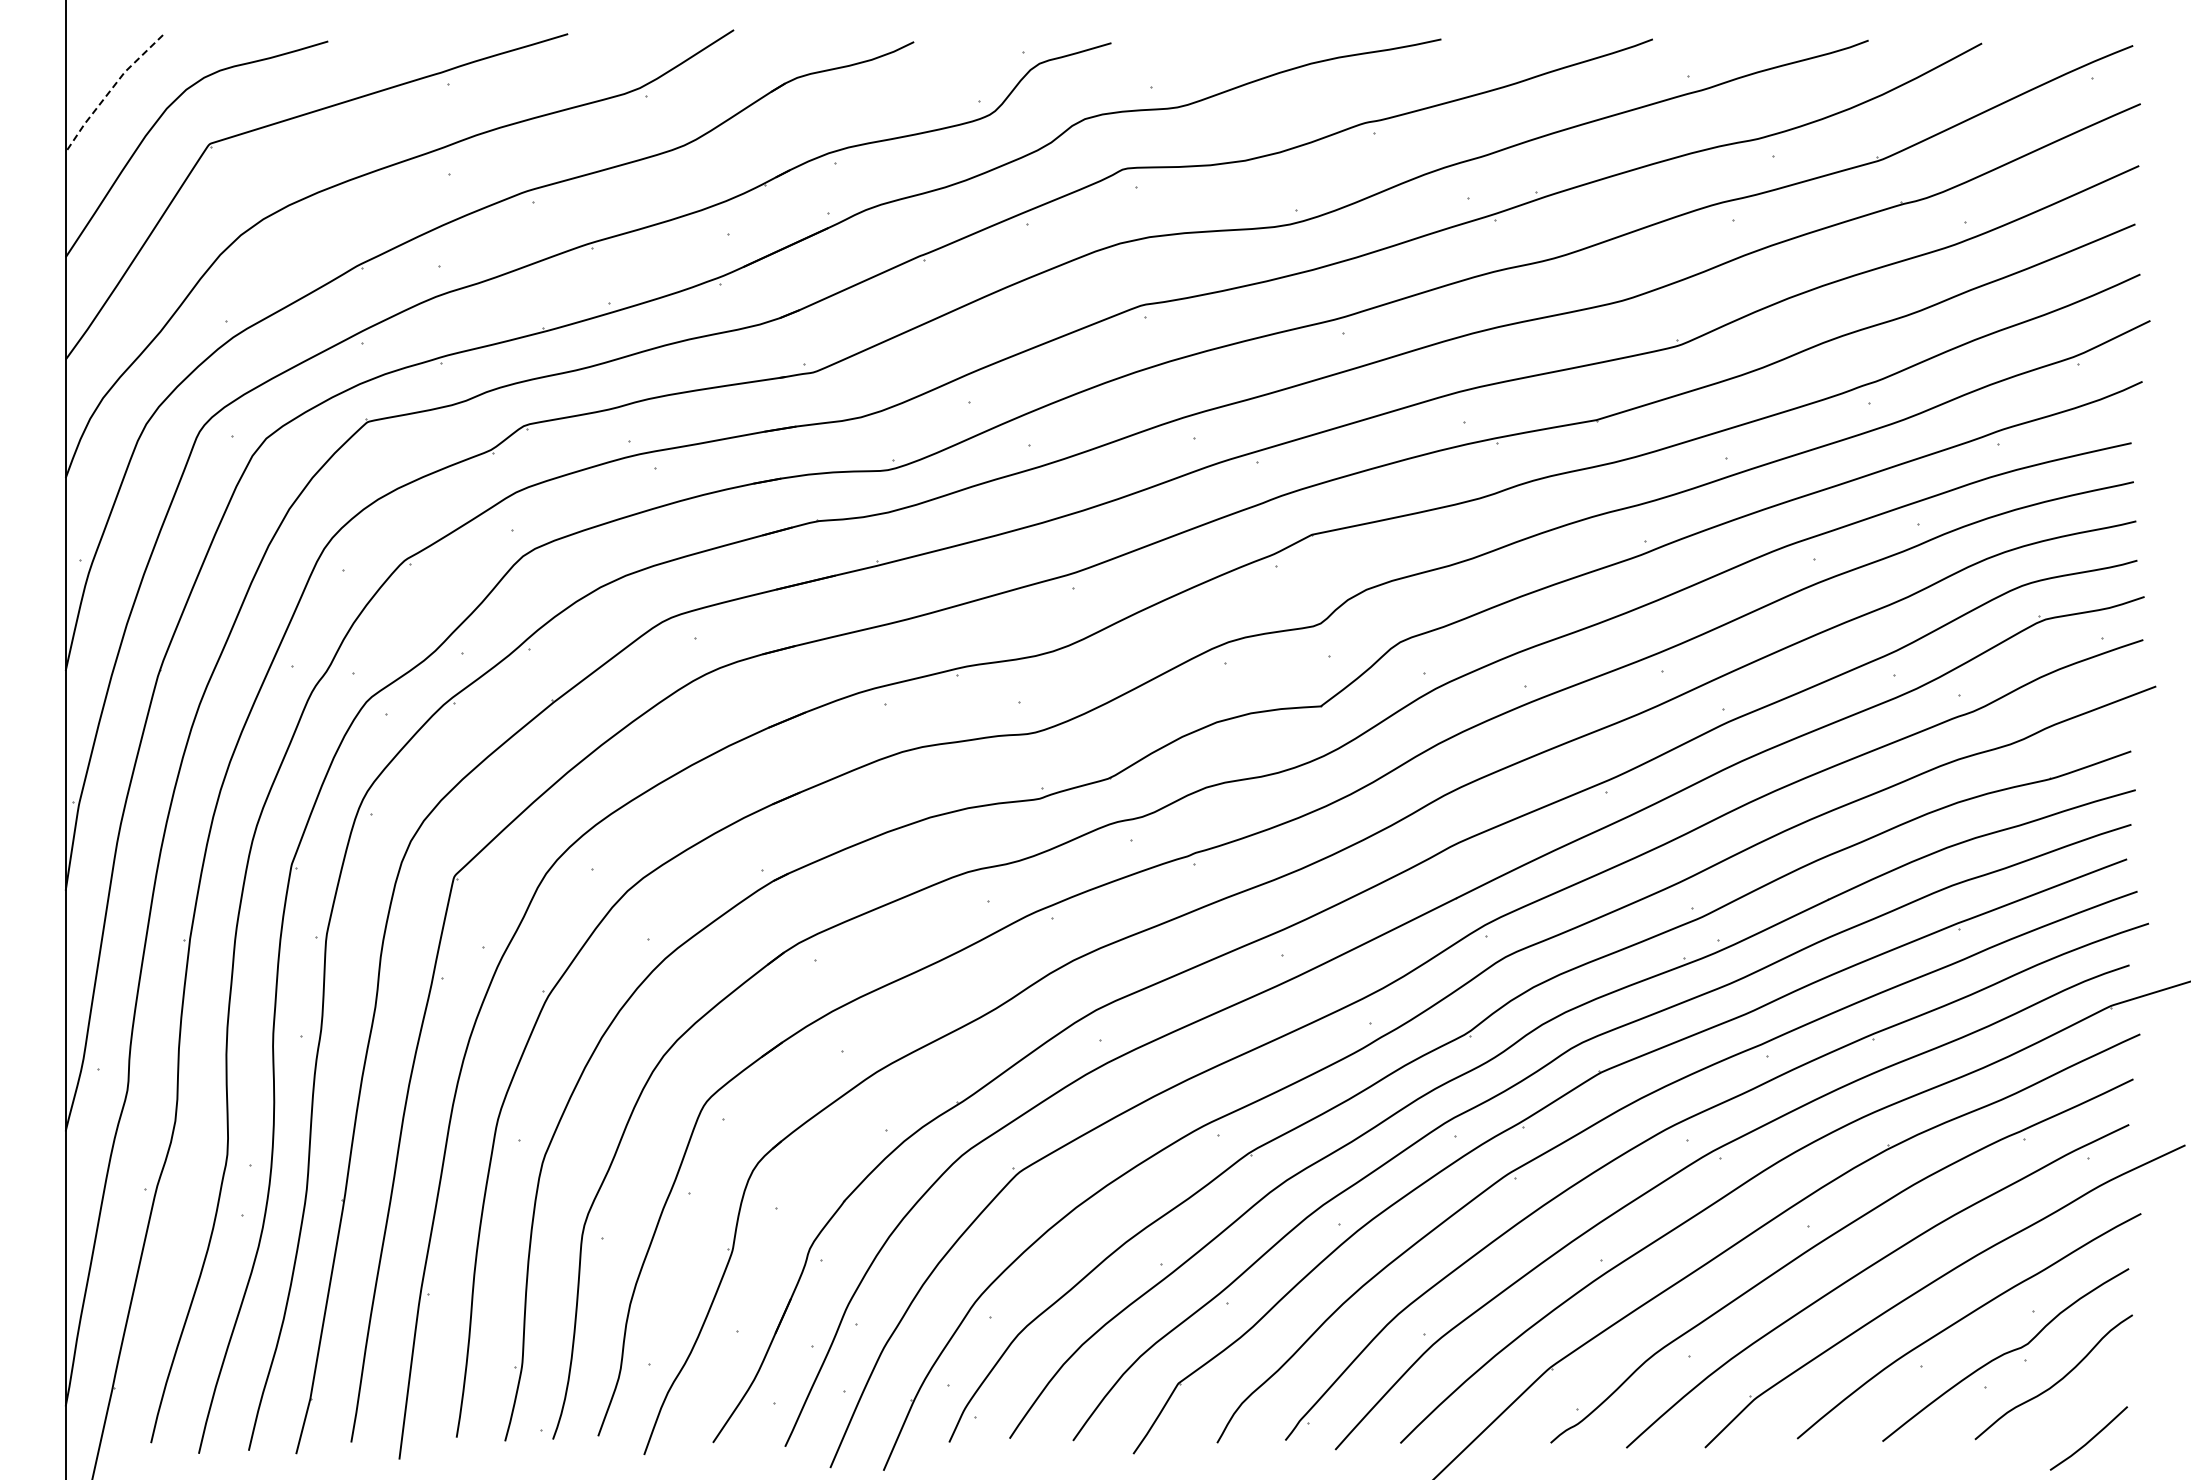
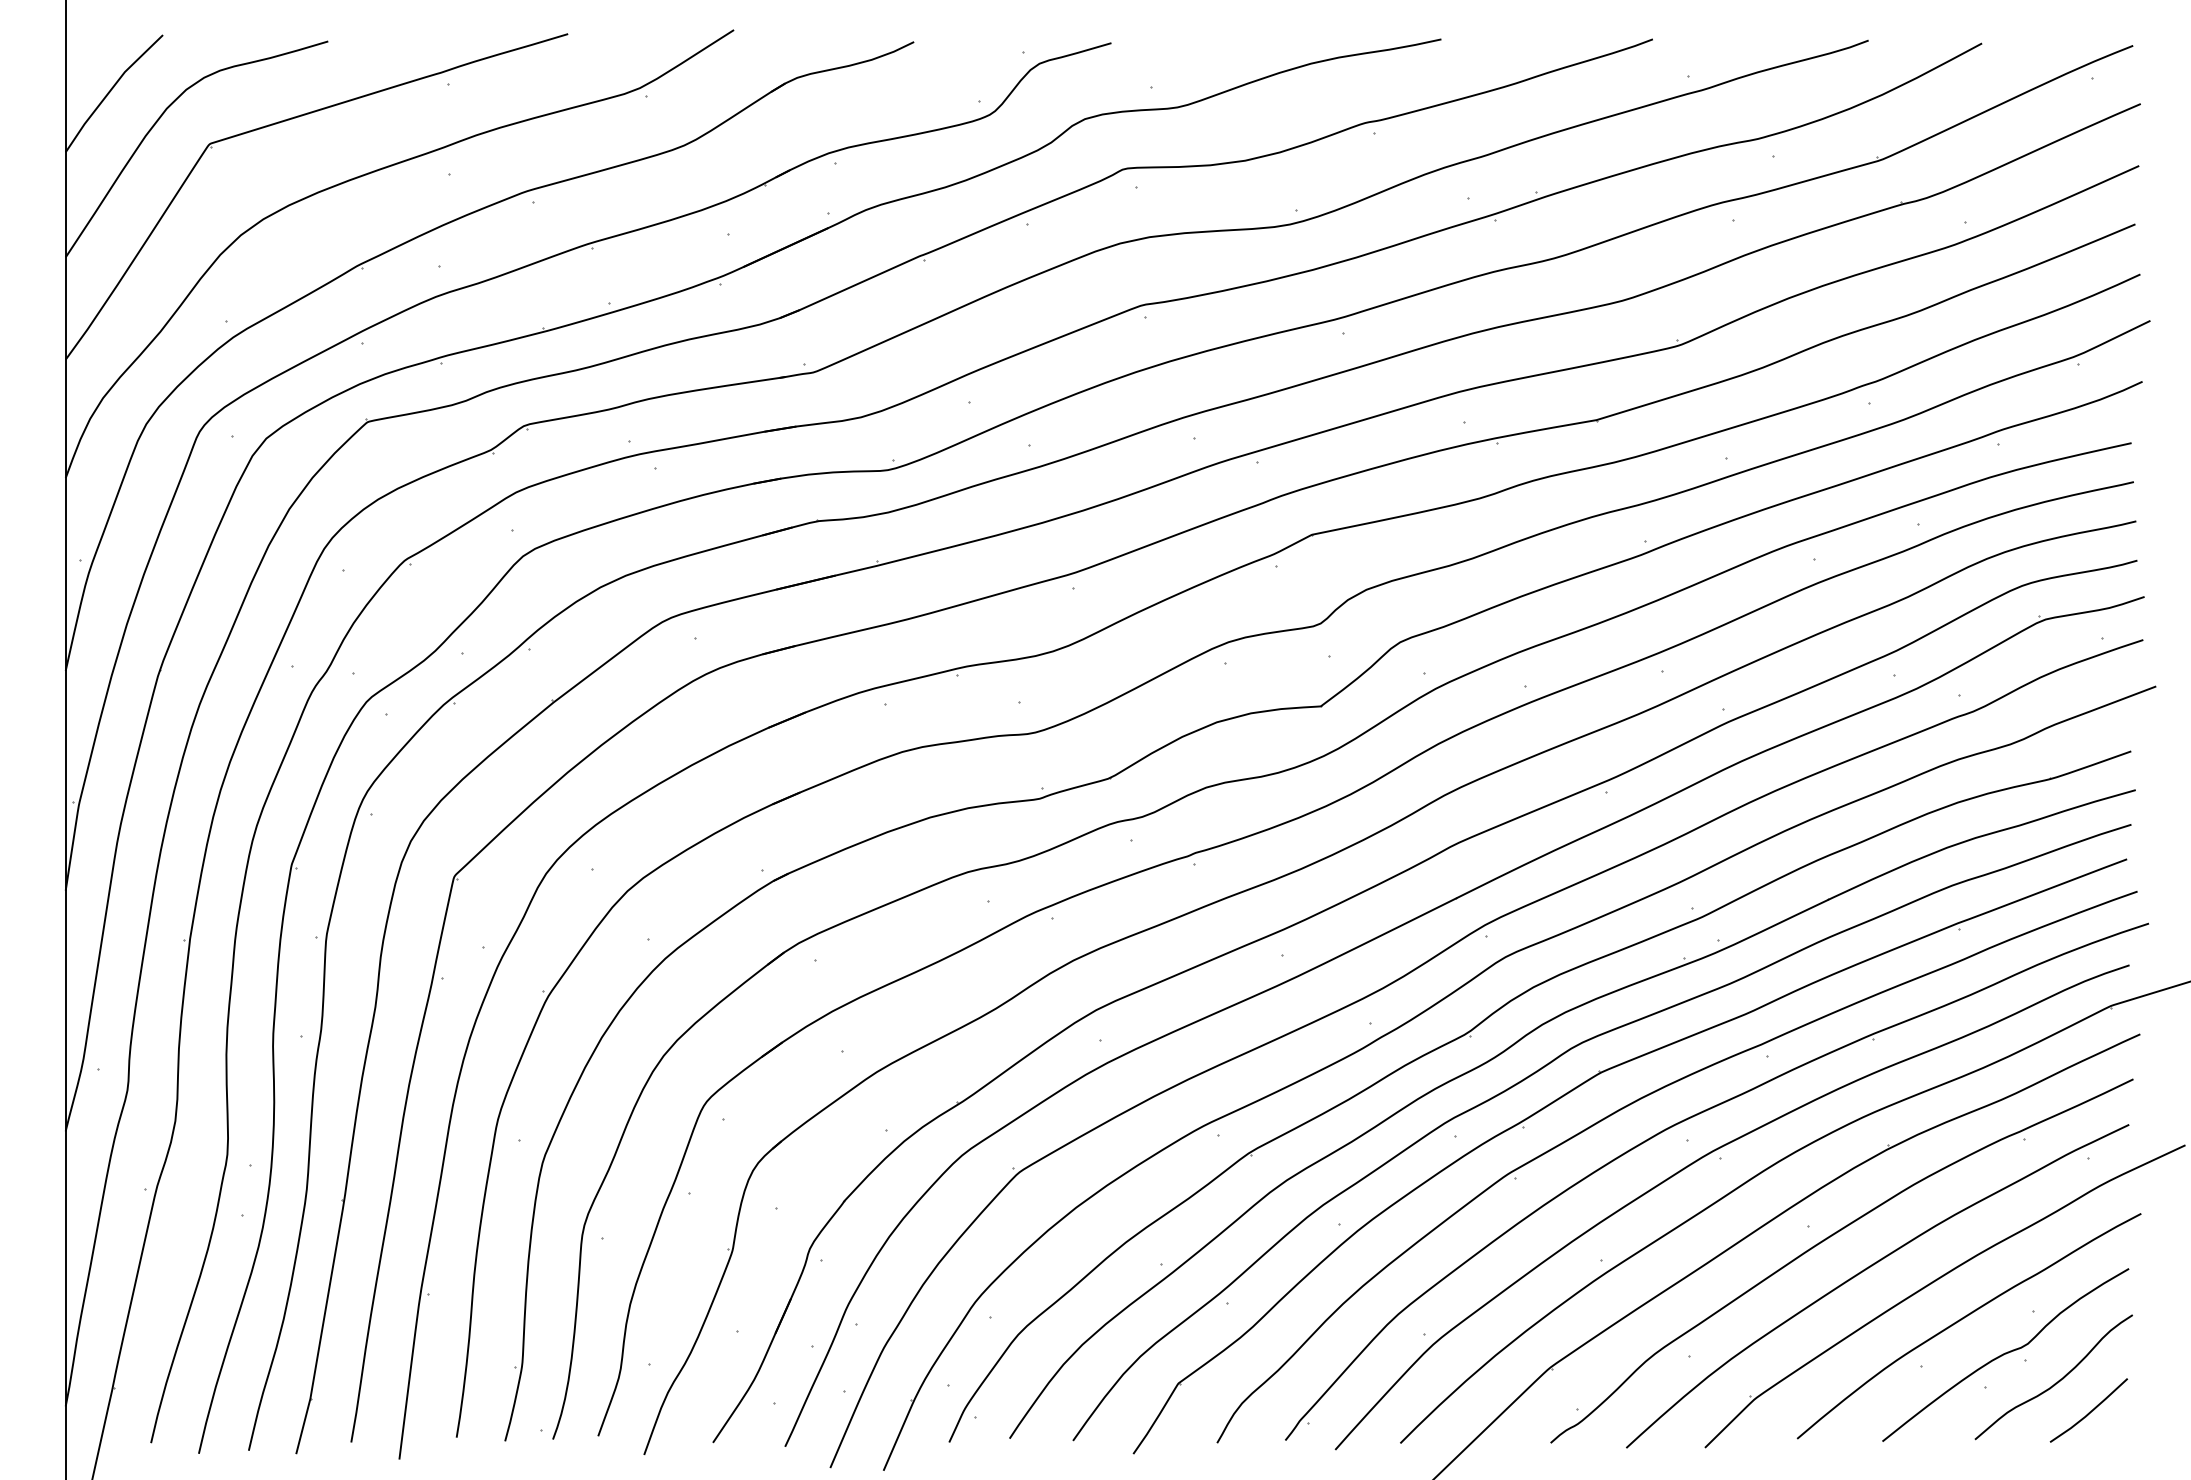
line at (110, 90): dashed -> solid
line at (2089, 1439) position: (2089, 1439) -> (2089, 1411)
